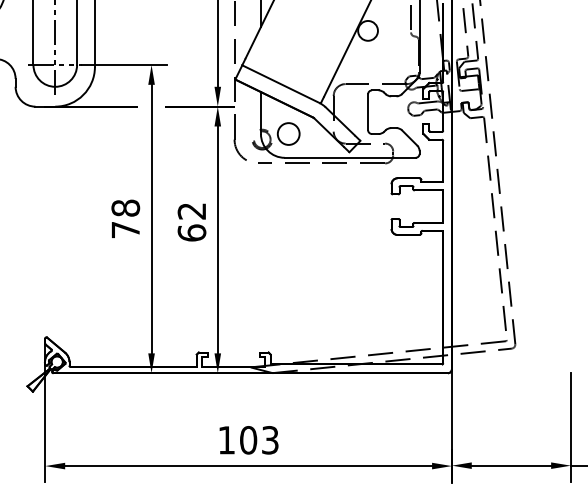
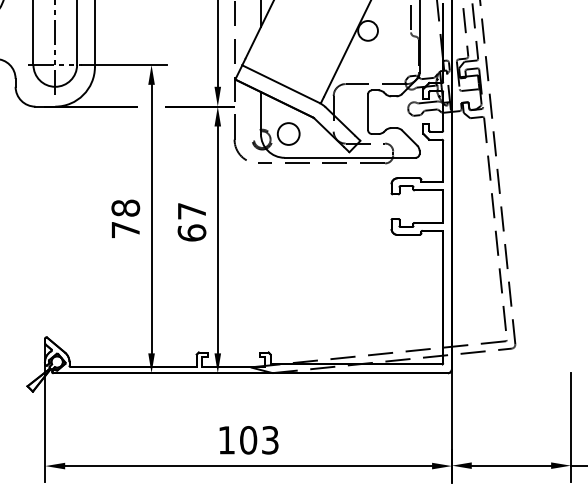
text at (191, 211): 62 -> 67
